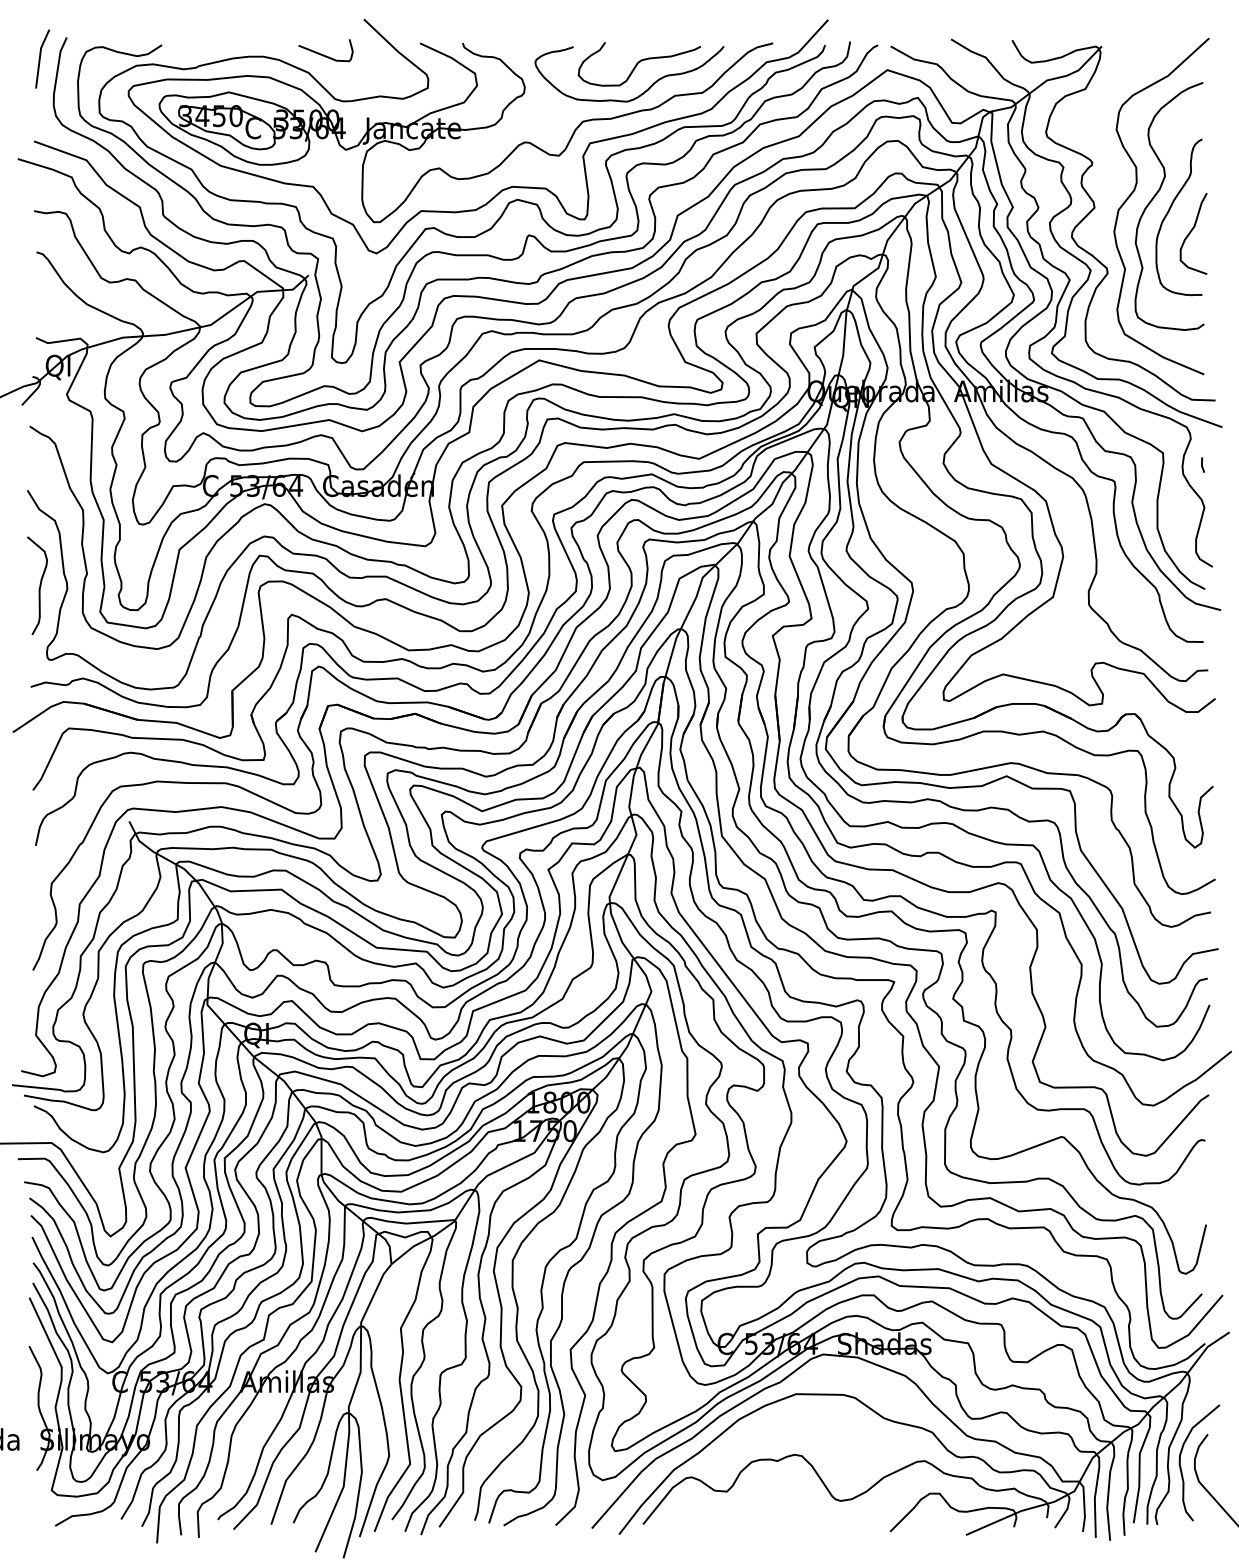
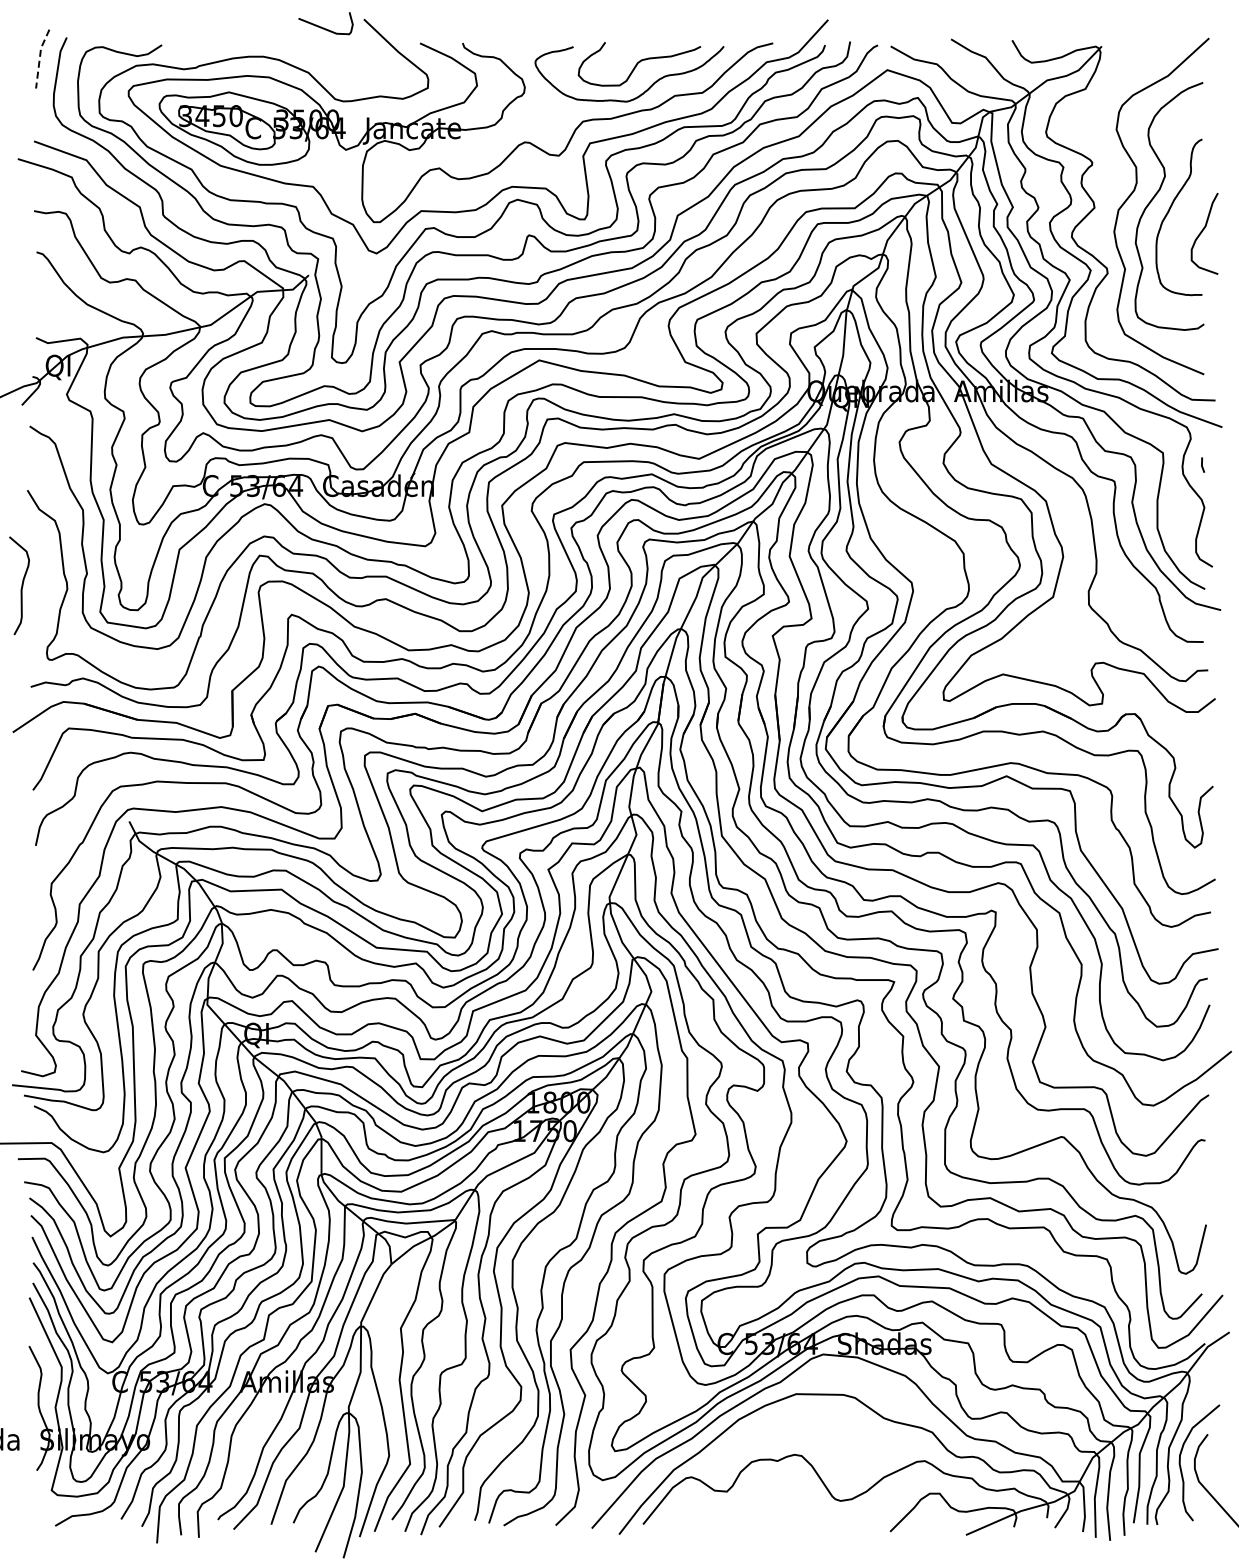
curve at (324, 54) position: (324, 54) -> (324, 27)
line at (39, 57): solid -> dashed
curve at (1191, 232) position: (1191, 232) -> (1202, 232)
curve at (39, 585) position: (39, 585) -> (21, 585)
